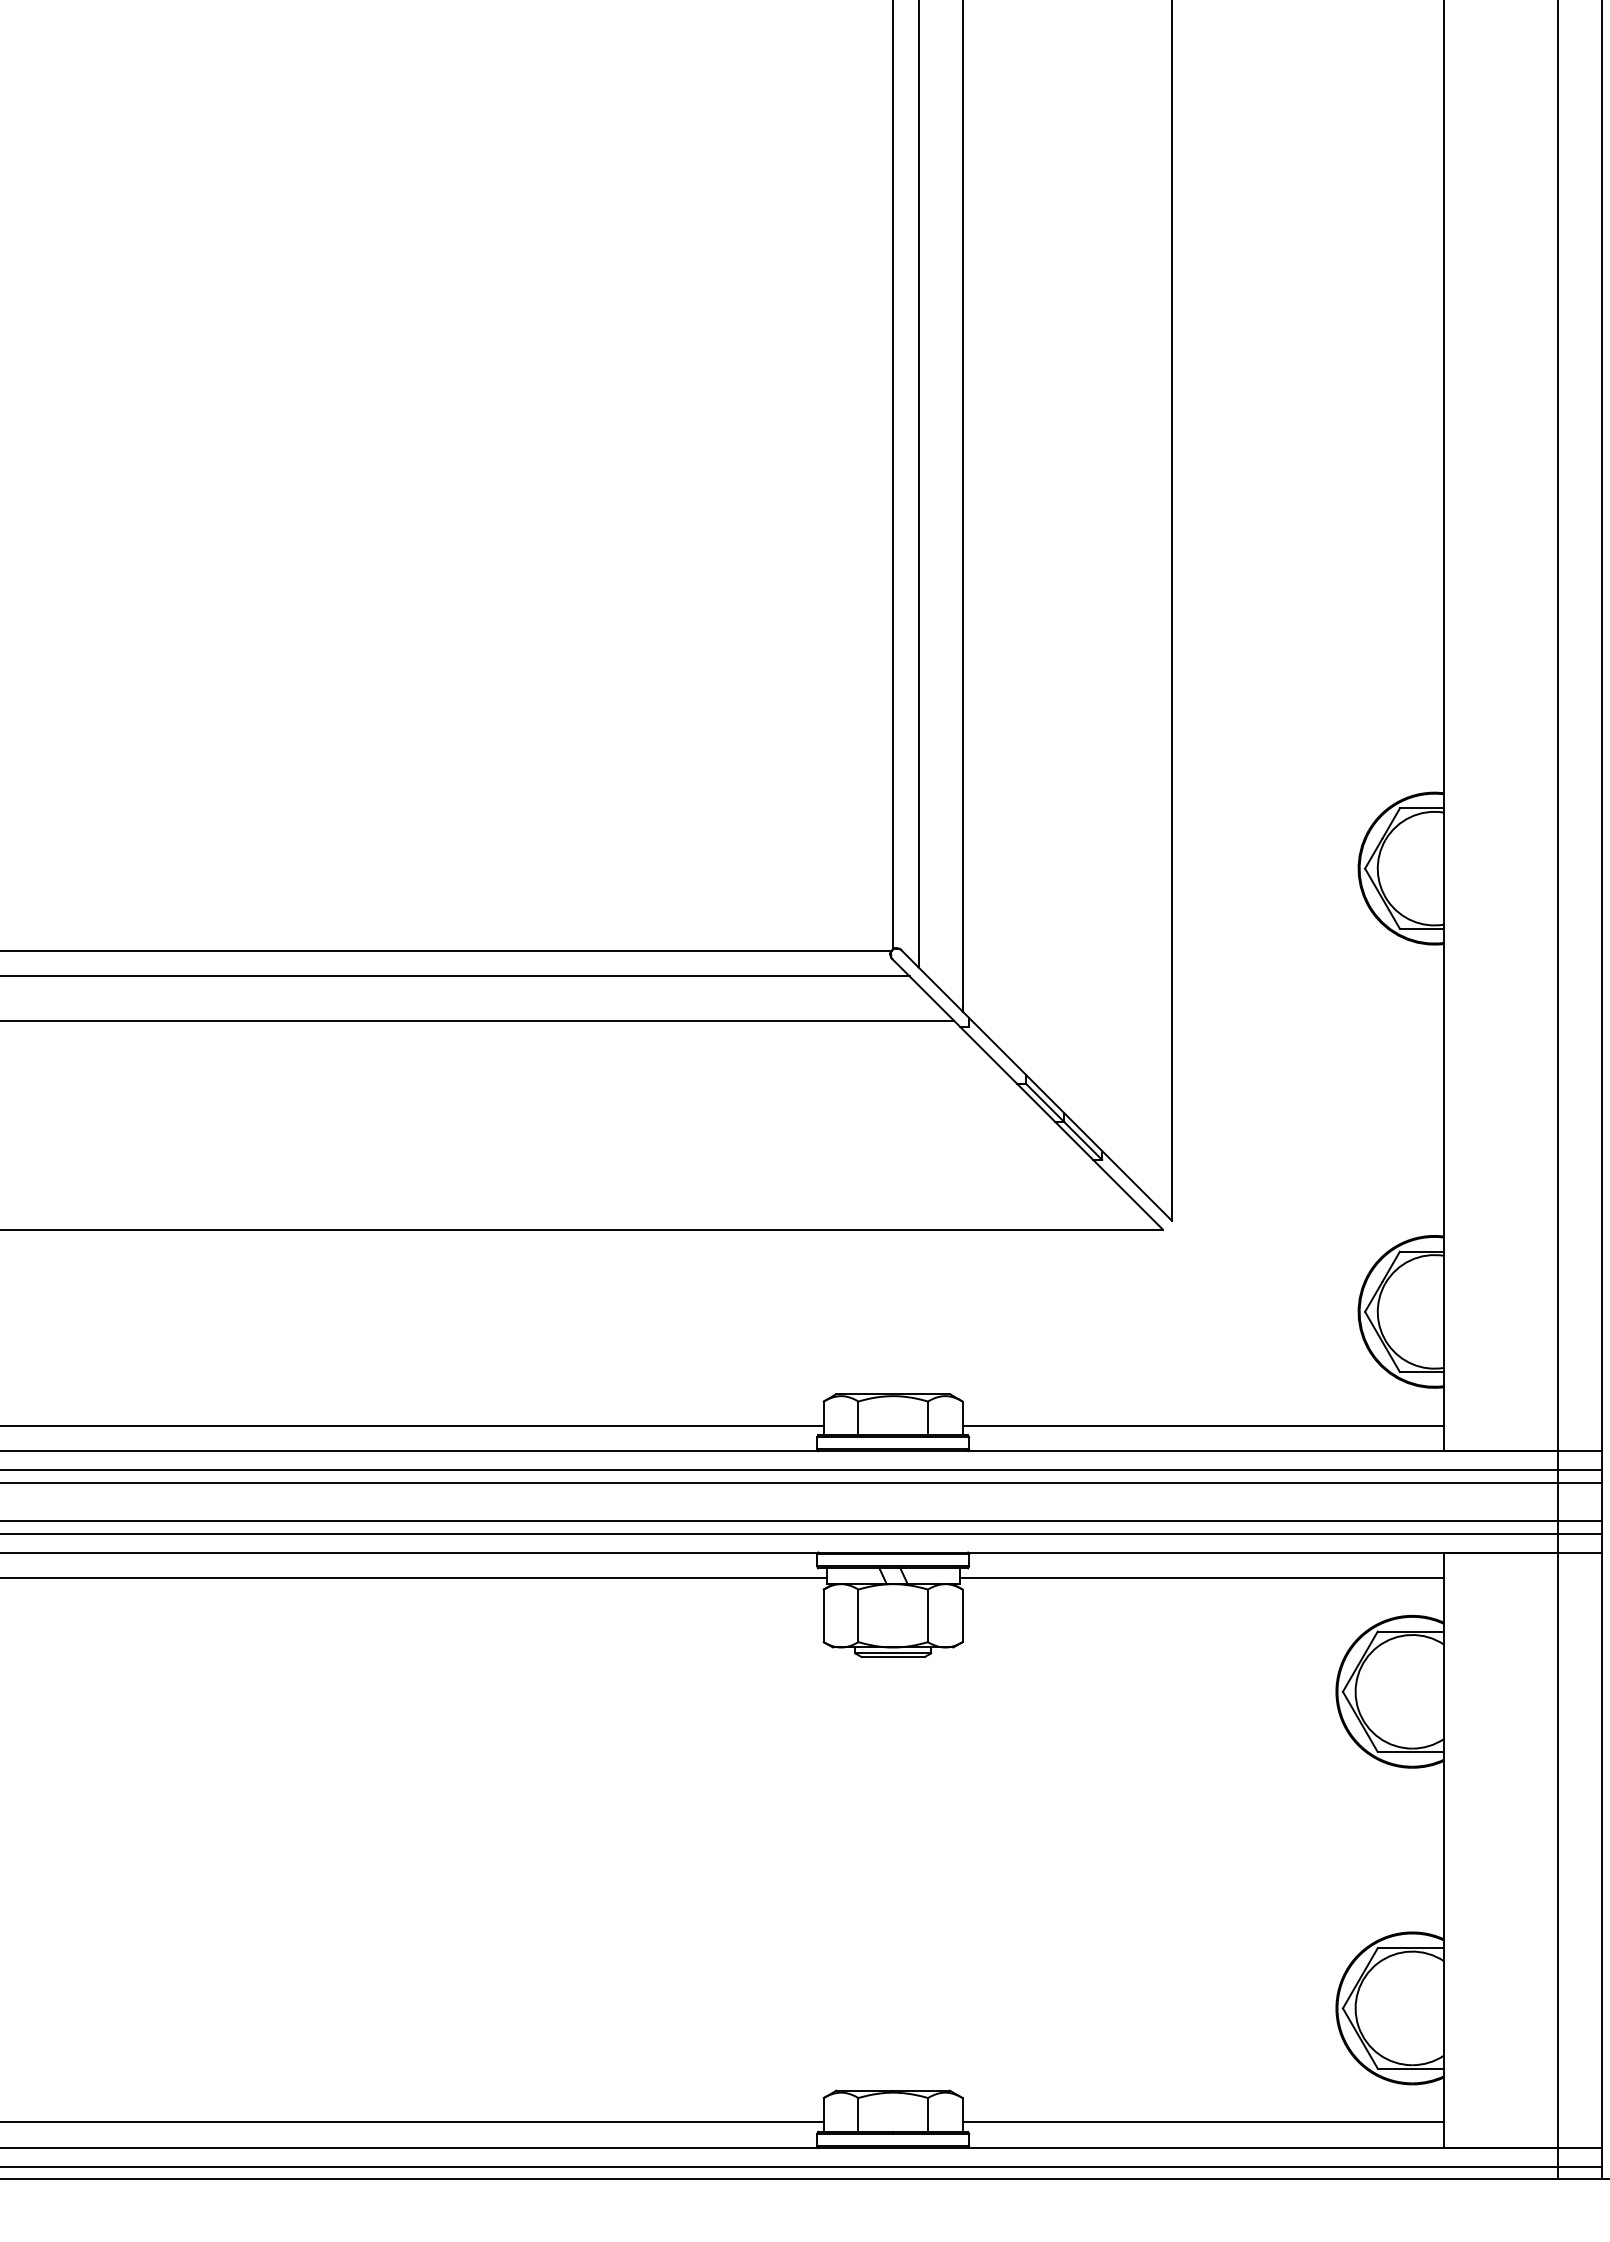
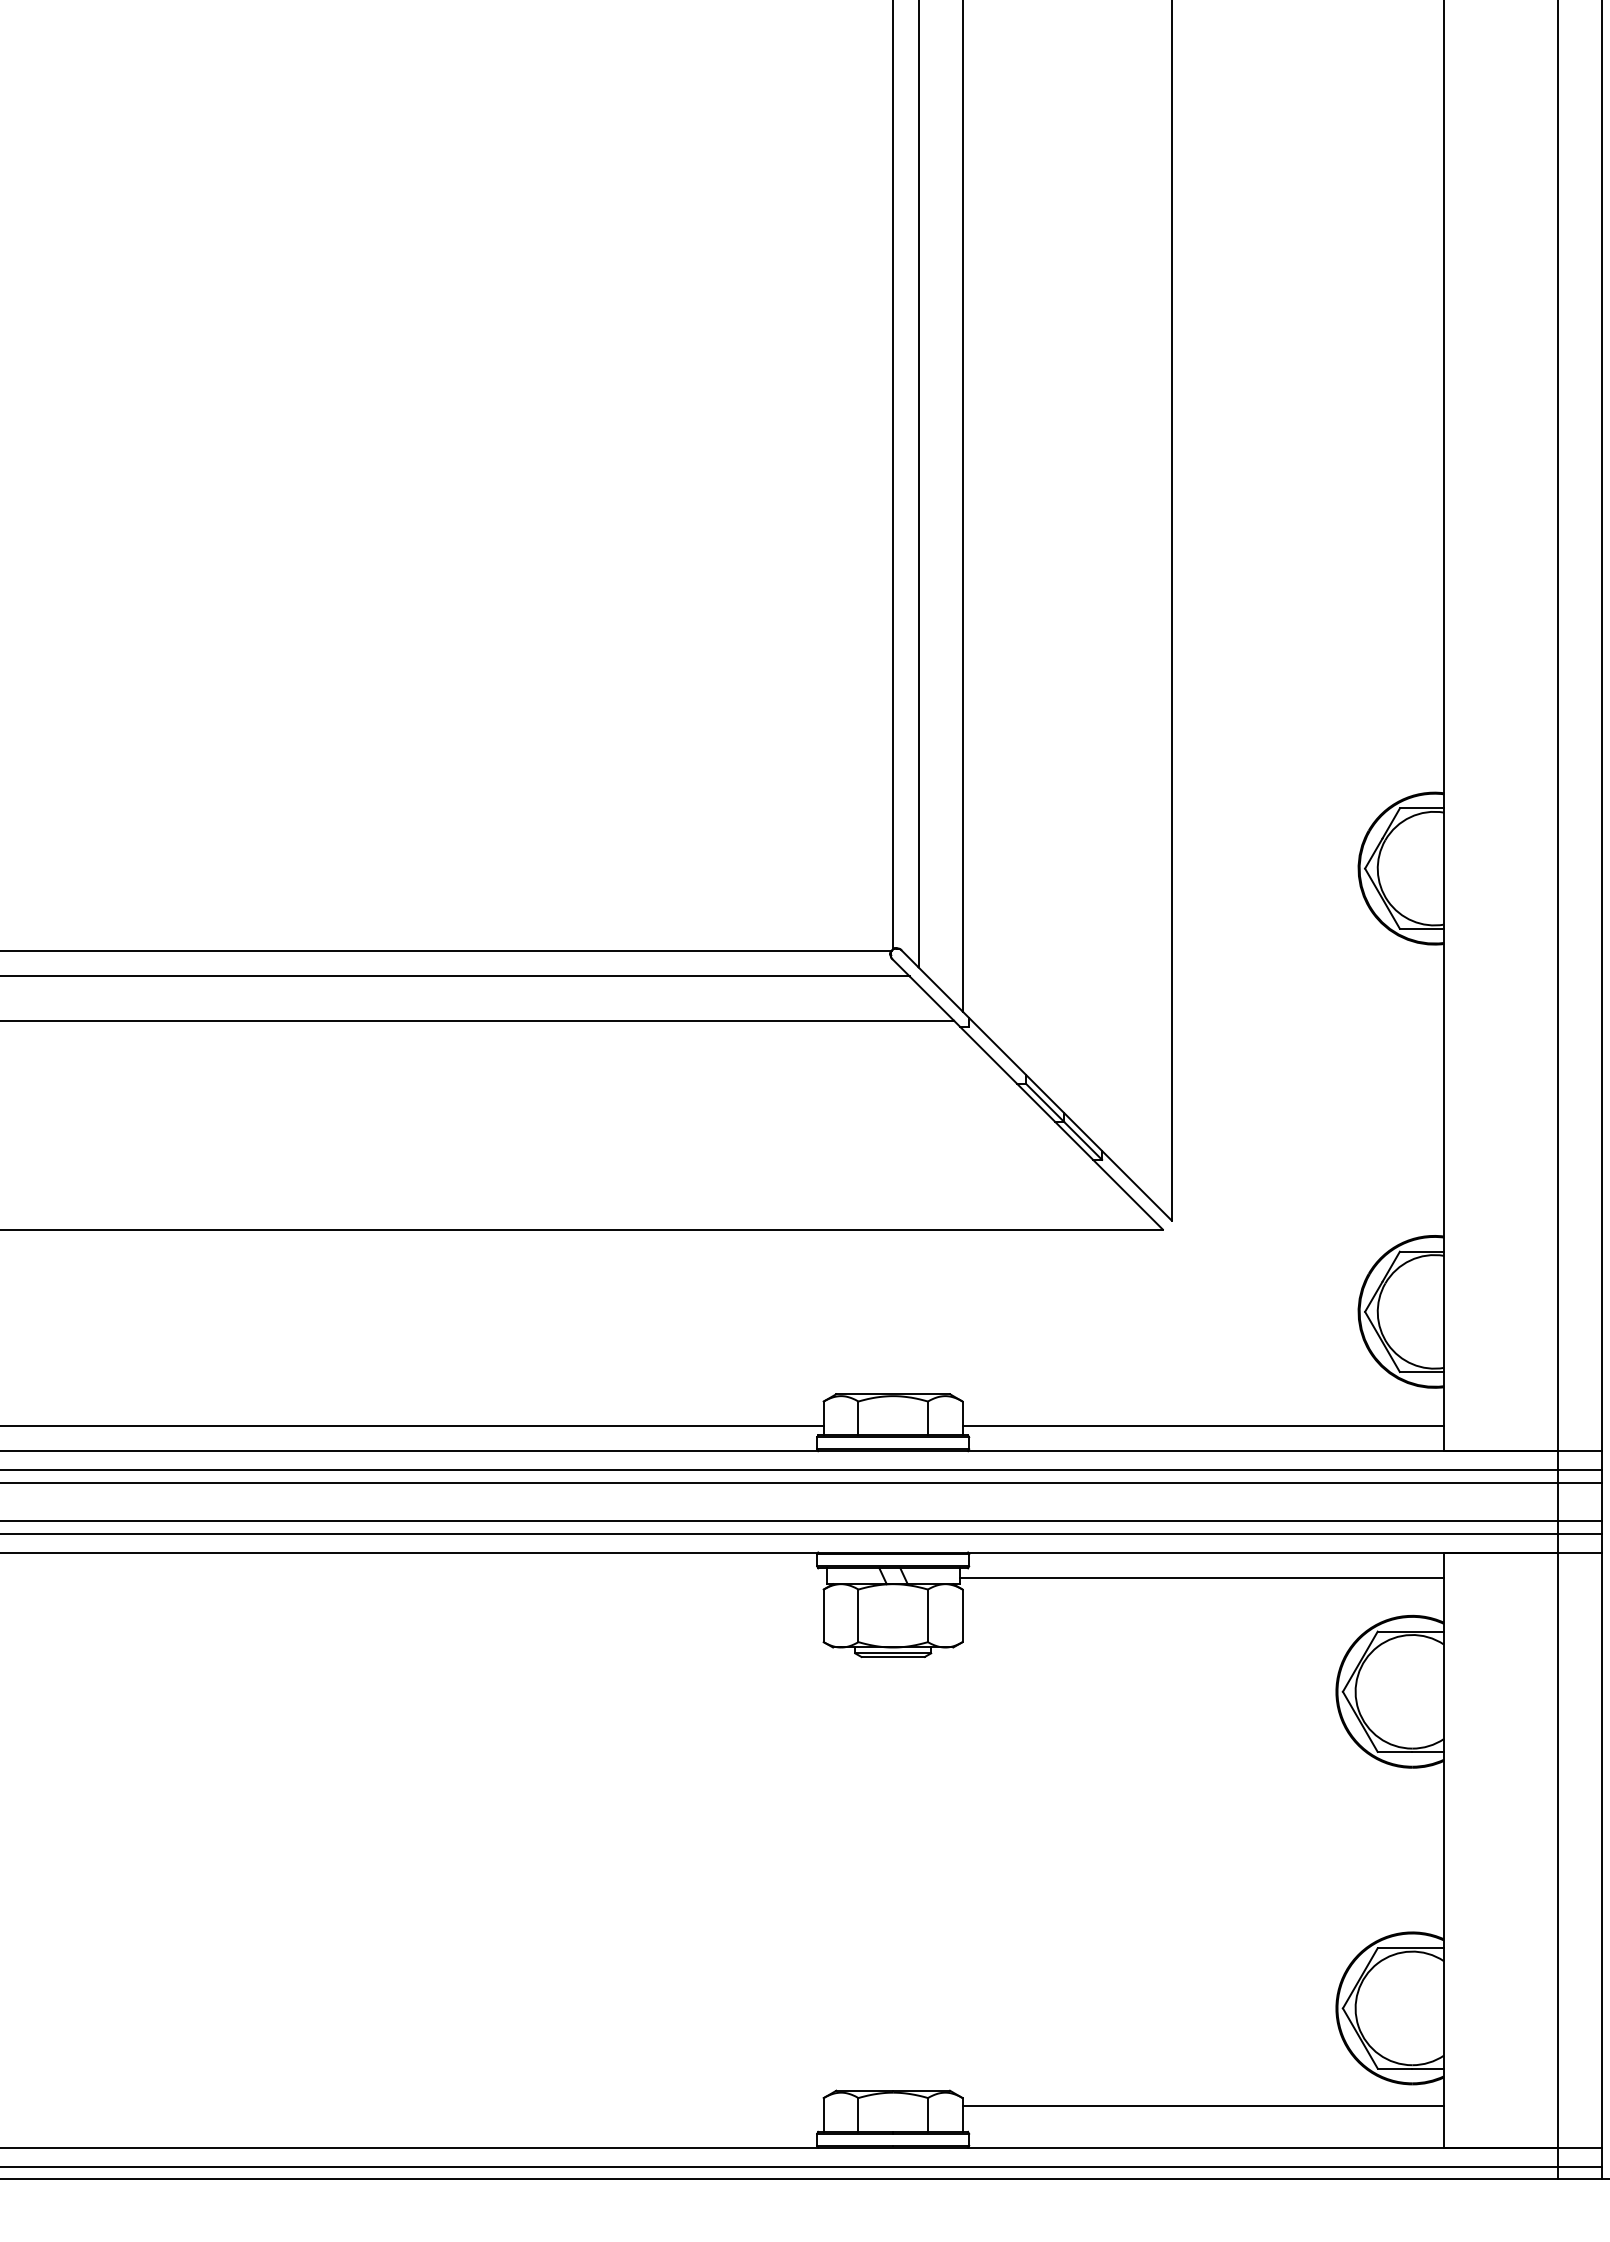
line at (414, 1577): present -> none
line at (412, 2122): present -> none
line at (1203, 2122) position: (1203, 2122) -> (1203, 2106)
